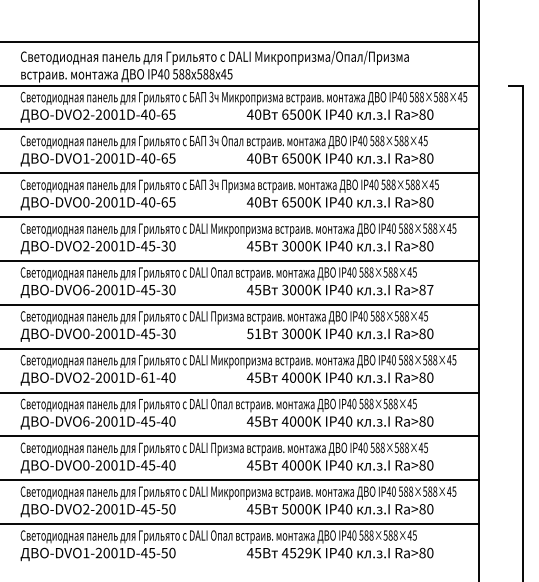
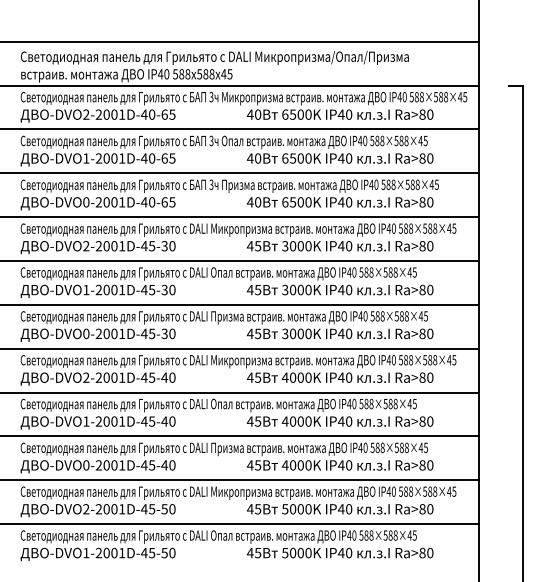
text at (86, 289): -DVO6-2001D-45-30 -> -DVO1-2001D-45-30
text at (430, 289): Ra>87 -> Ra>80
text at (253, 333): 51 -> 45
text at (147, 377): -DVO2-2001D-61-40 -> -DVO2-2001D-45-40
text at (86, 421): -DVO6-2001D-45-40 -> -DVO1-2001D-45-40
text at (296, 552): 4529K -> 5000K
